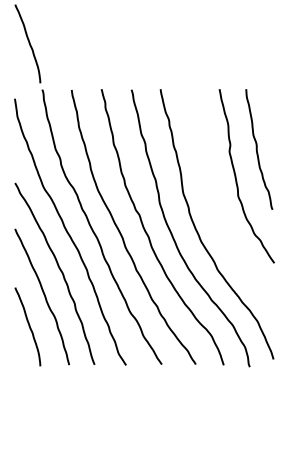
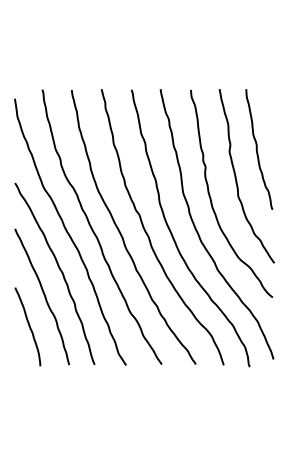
curve at (28, 43): present -> none
curve at (211, 198): none -> present
